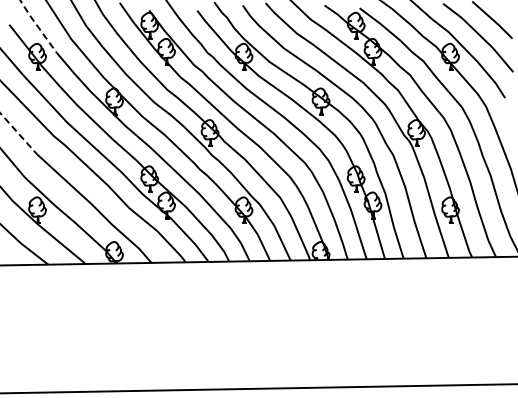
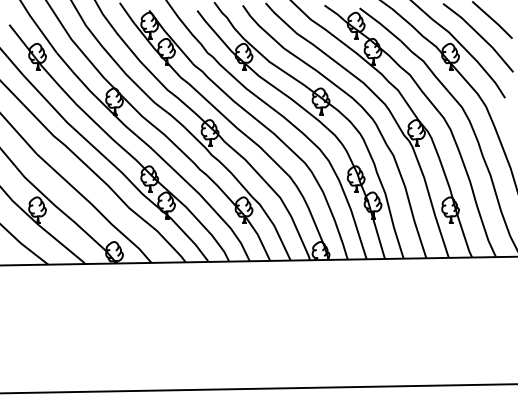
line at (37, 26): dashed -> solid
line at (19, 134): dashed -> solid
